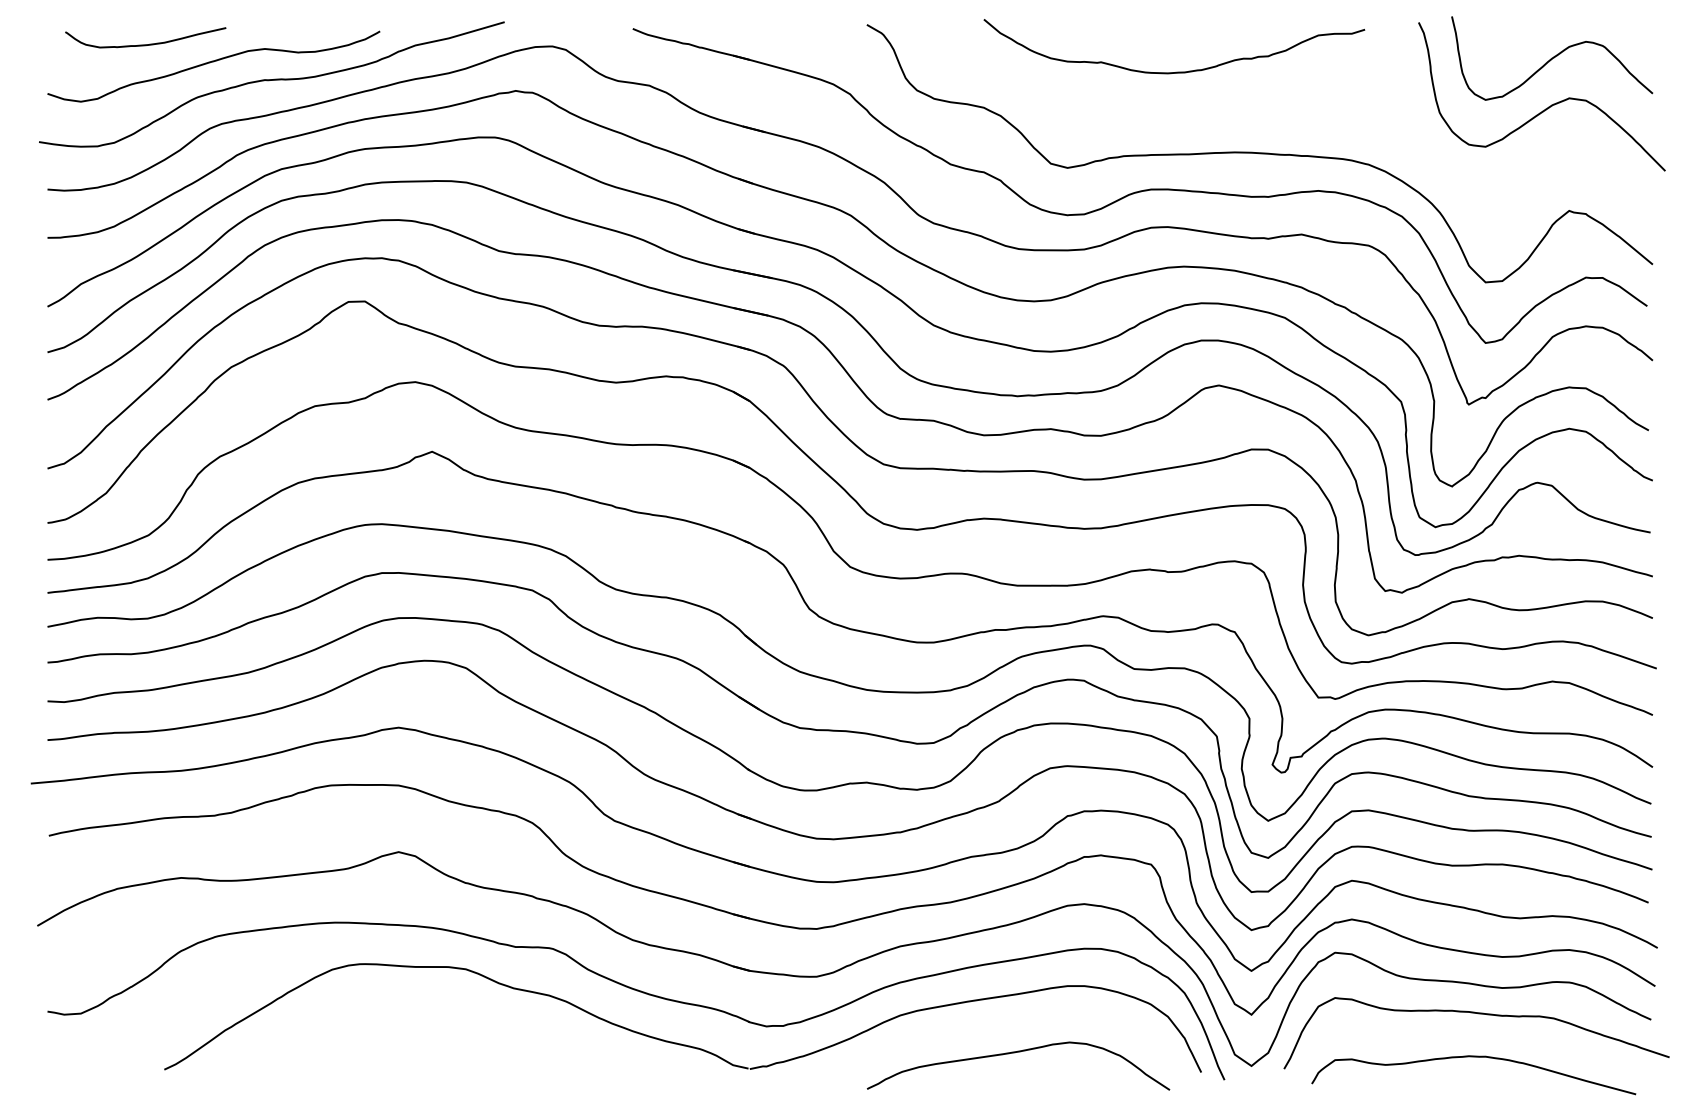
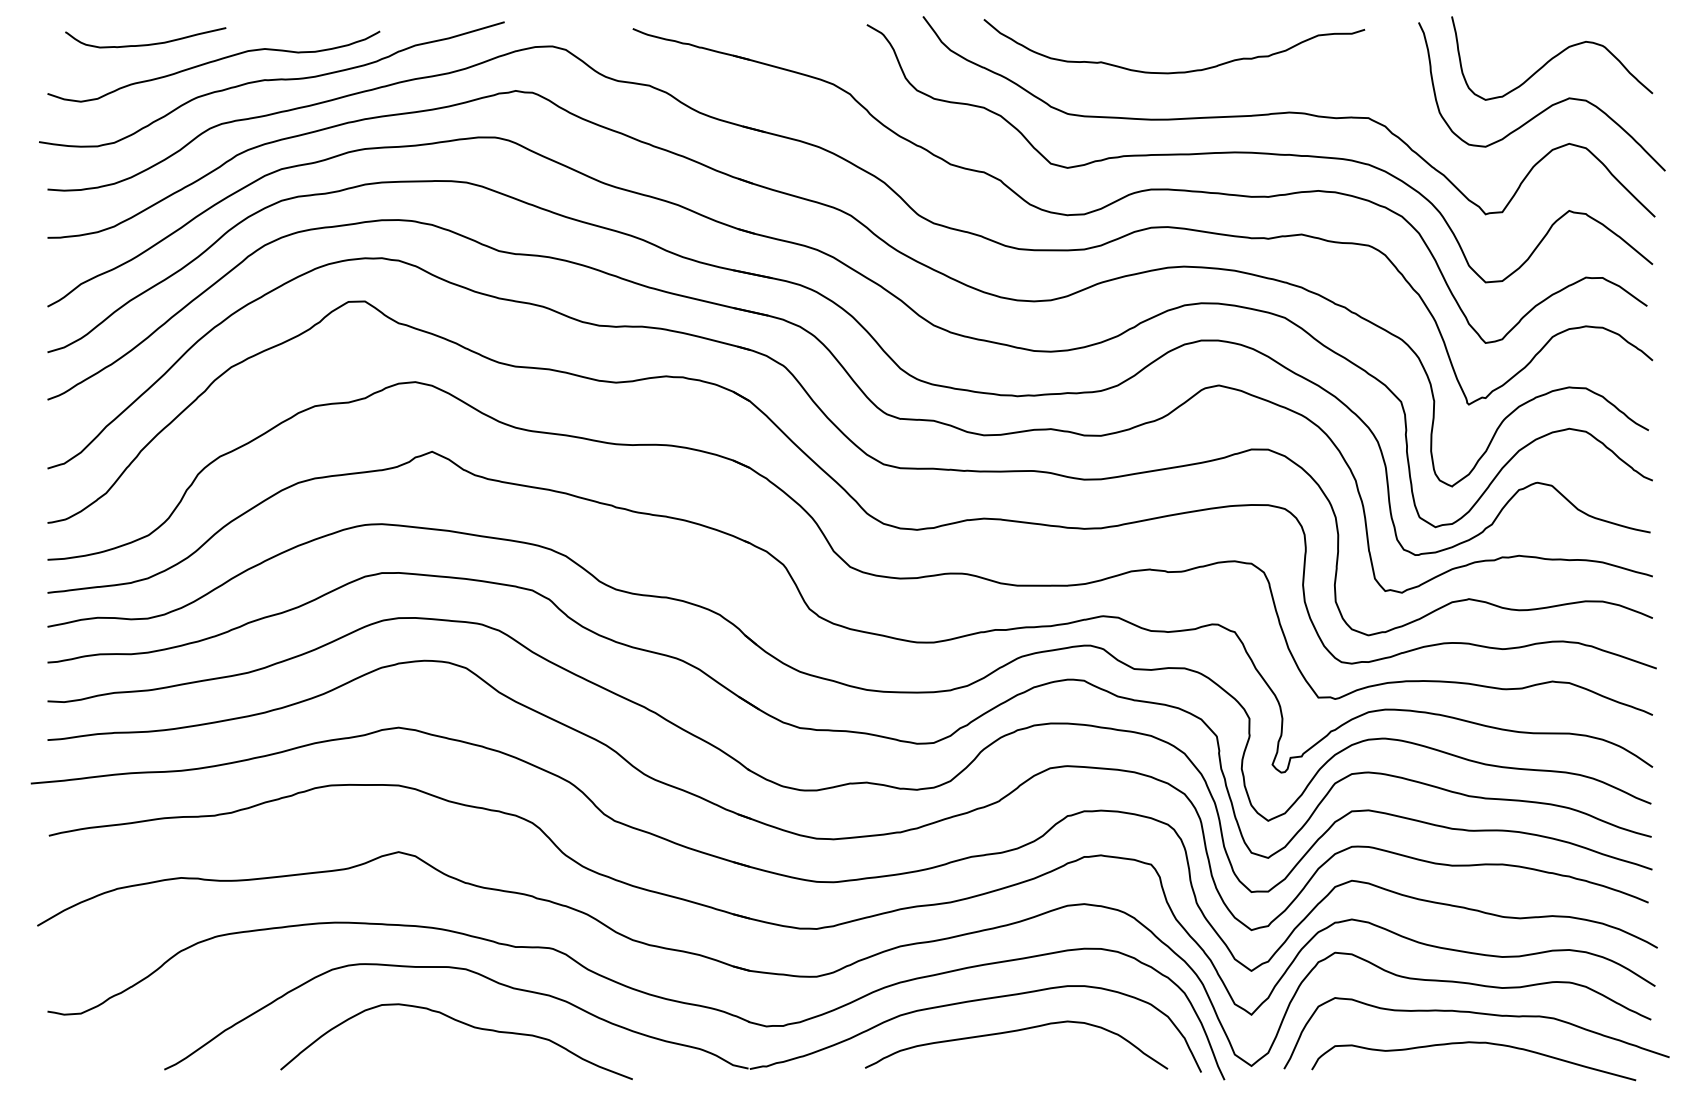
curve at (1288, 113): none -> present
curve at (461, 1023): none -> present
curve at (1015, 1053) position: (1015, 1053) -> (1013, 1032)
curve at (1473, 1057) position: (1473, 1057) -> (1473, 1043)
